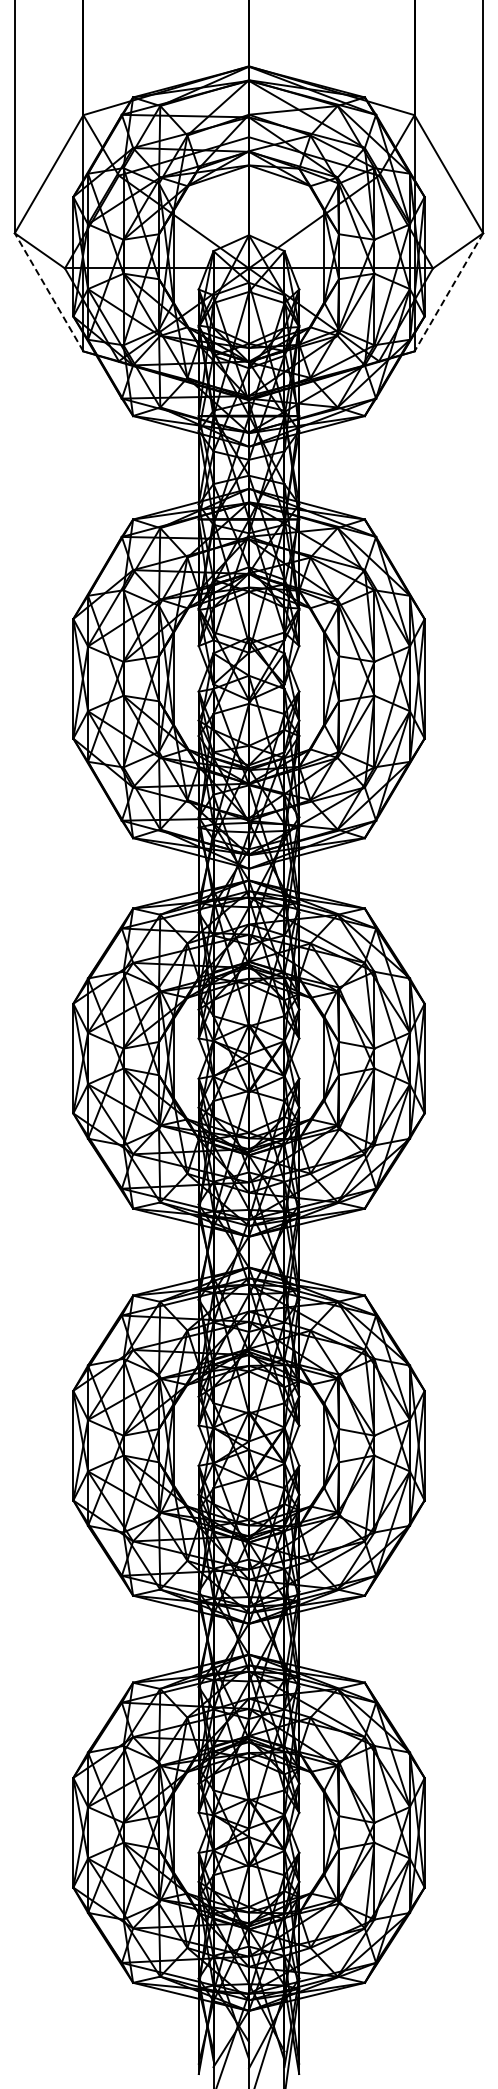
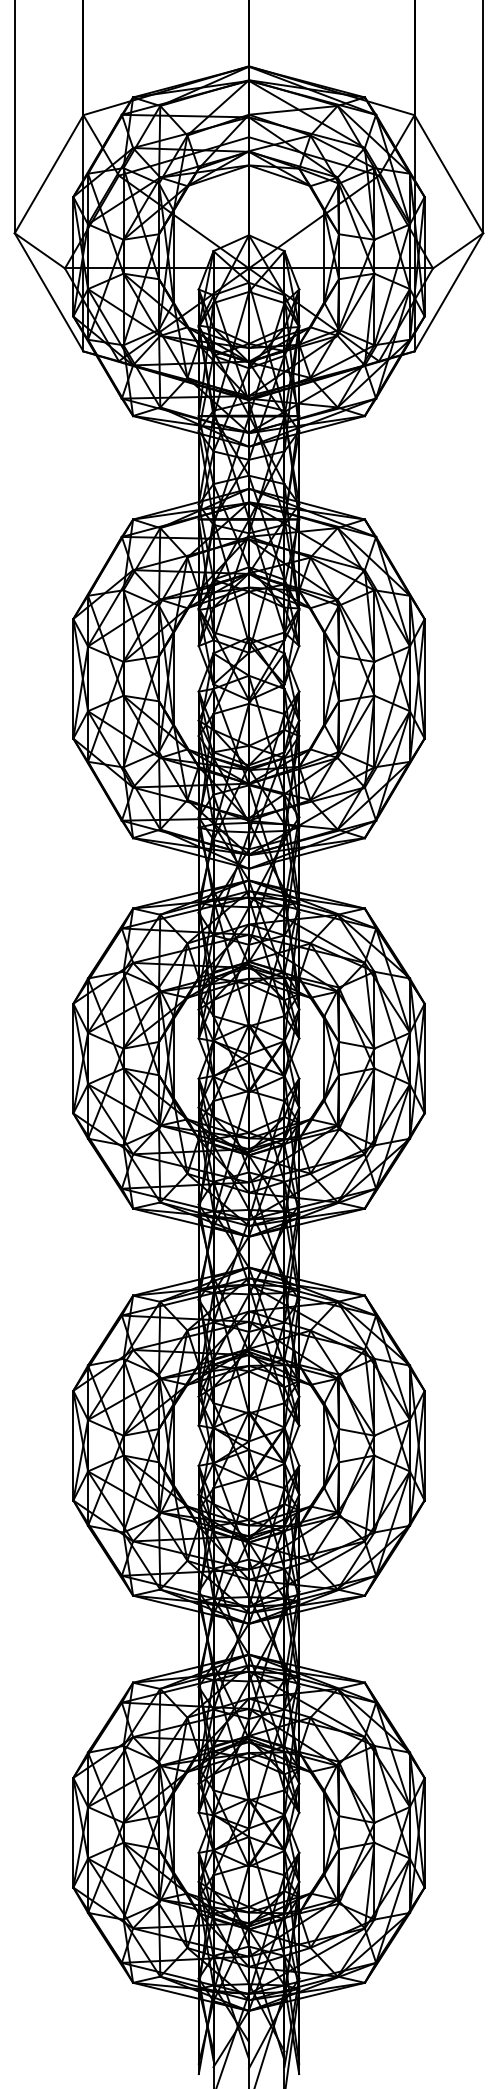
line at (48, 291): dashed -> solid
line at (448, 292): dashed -> solid
